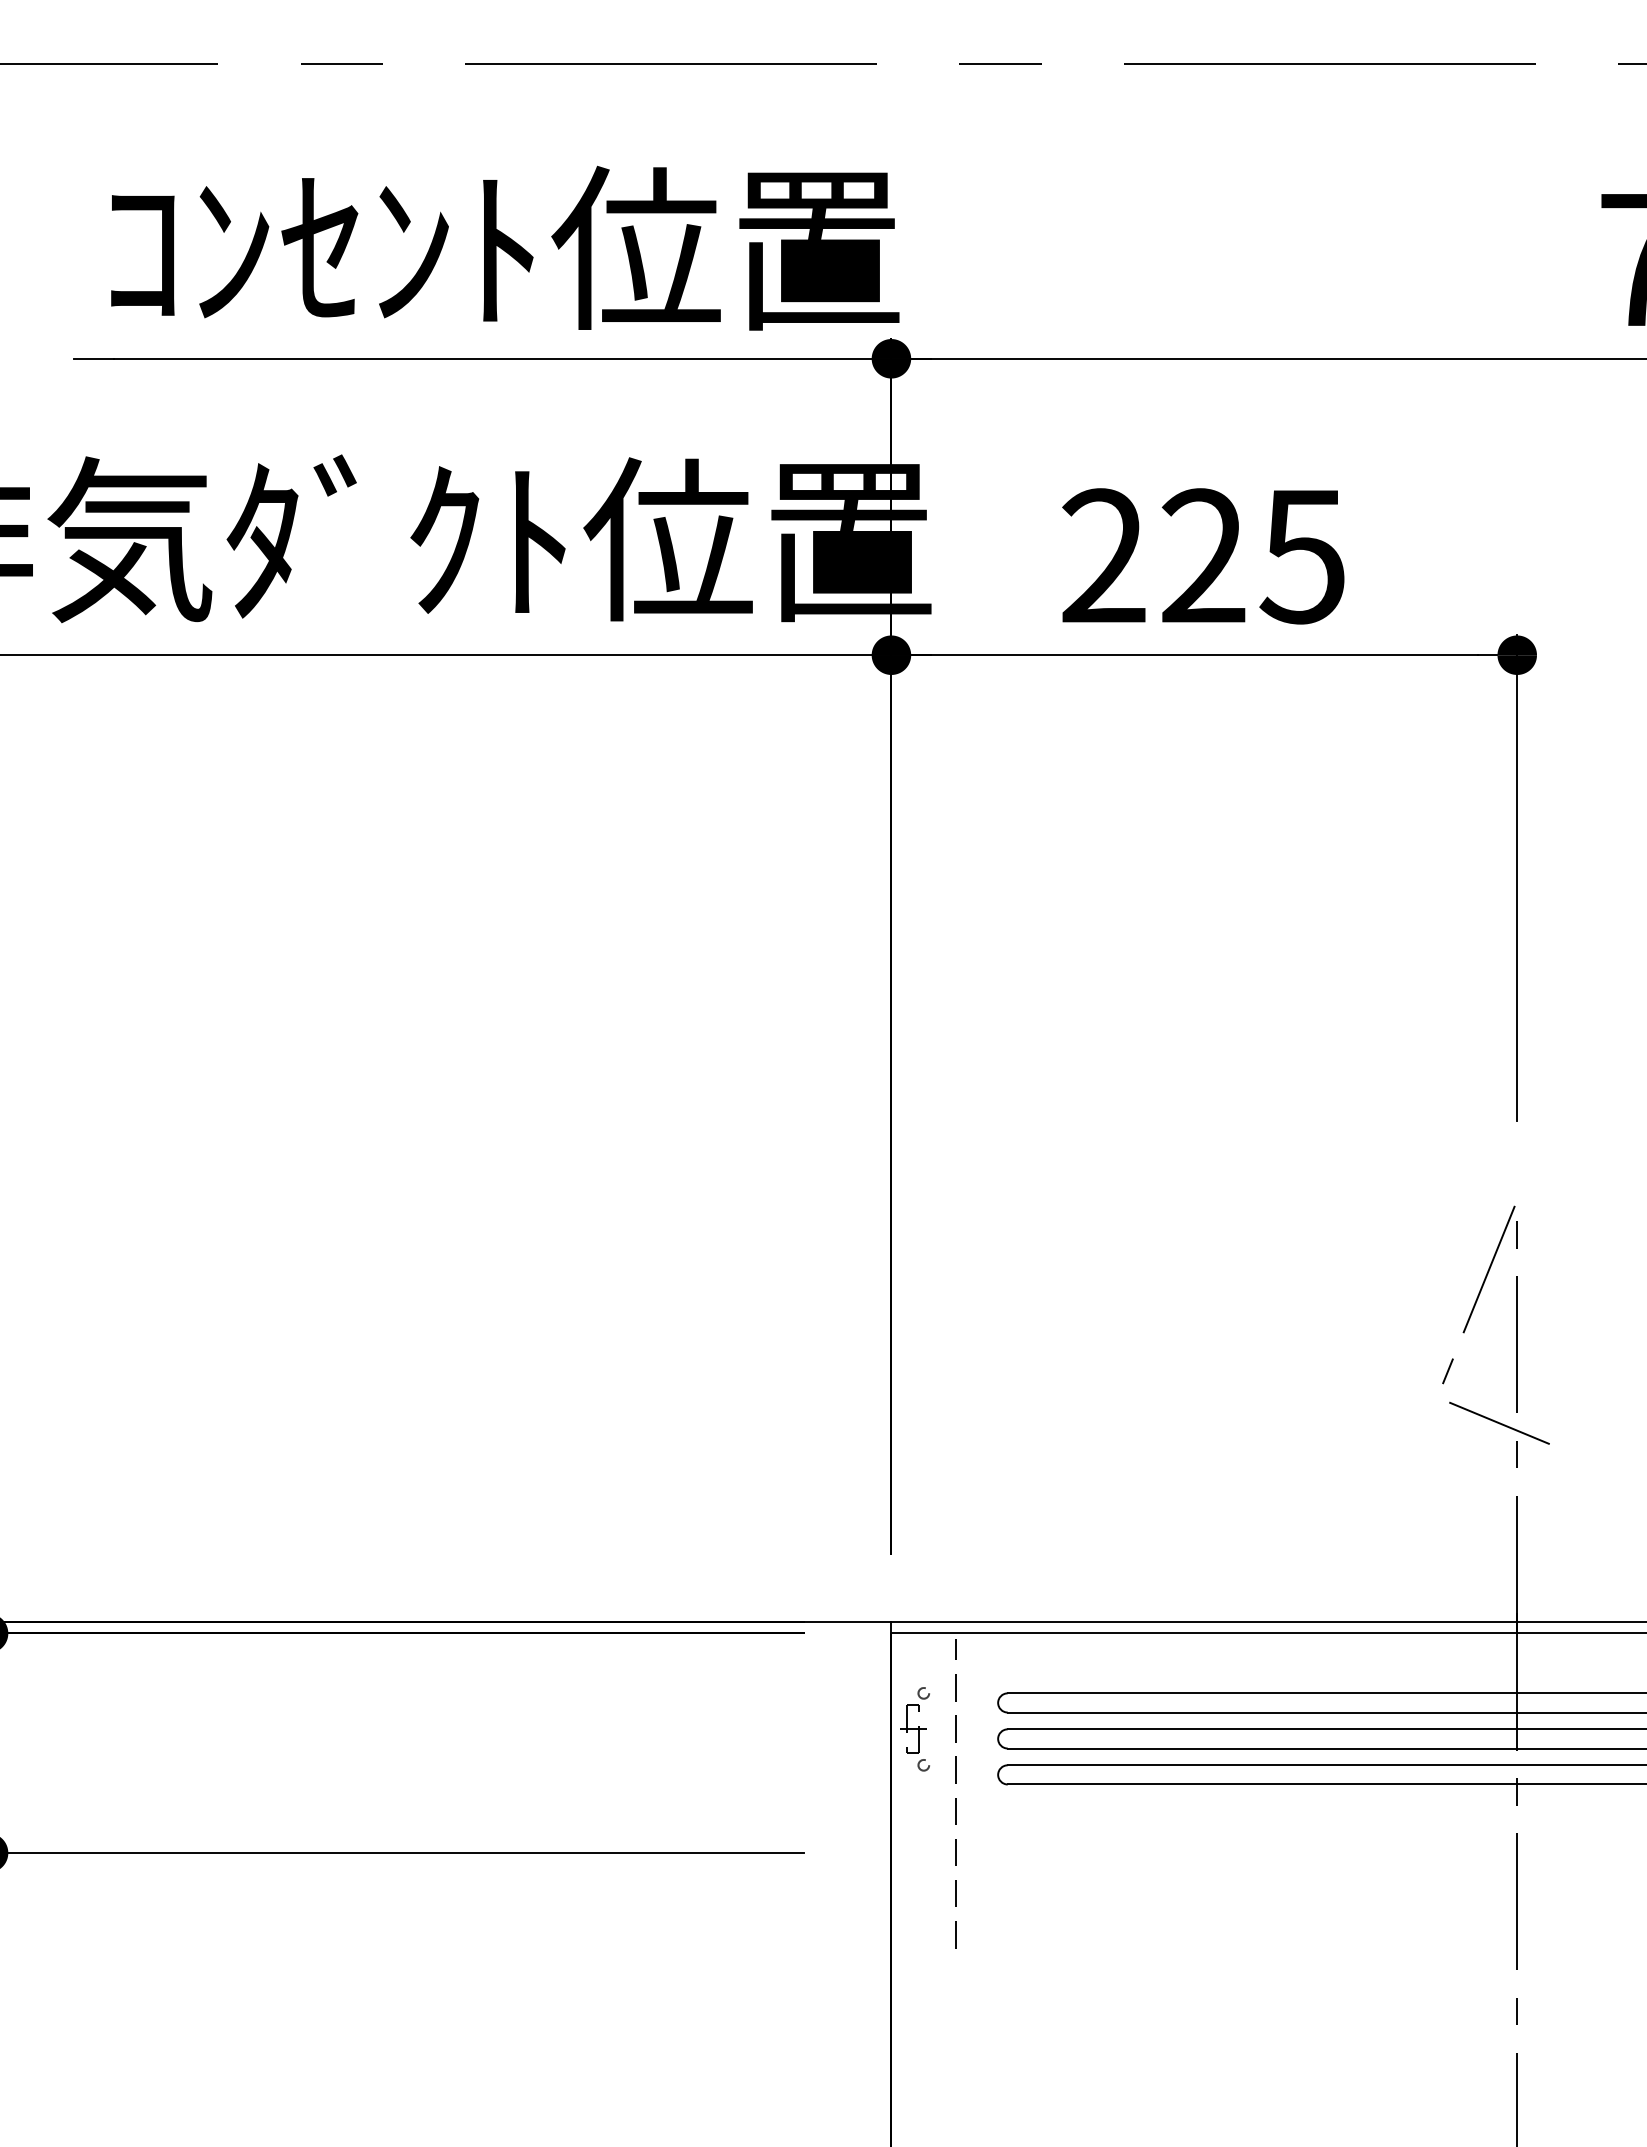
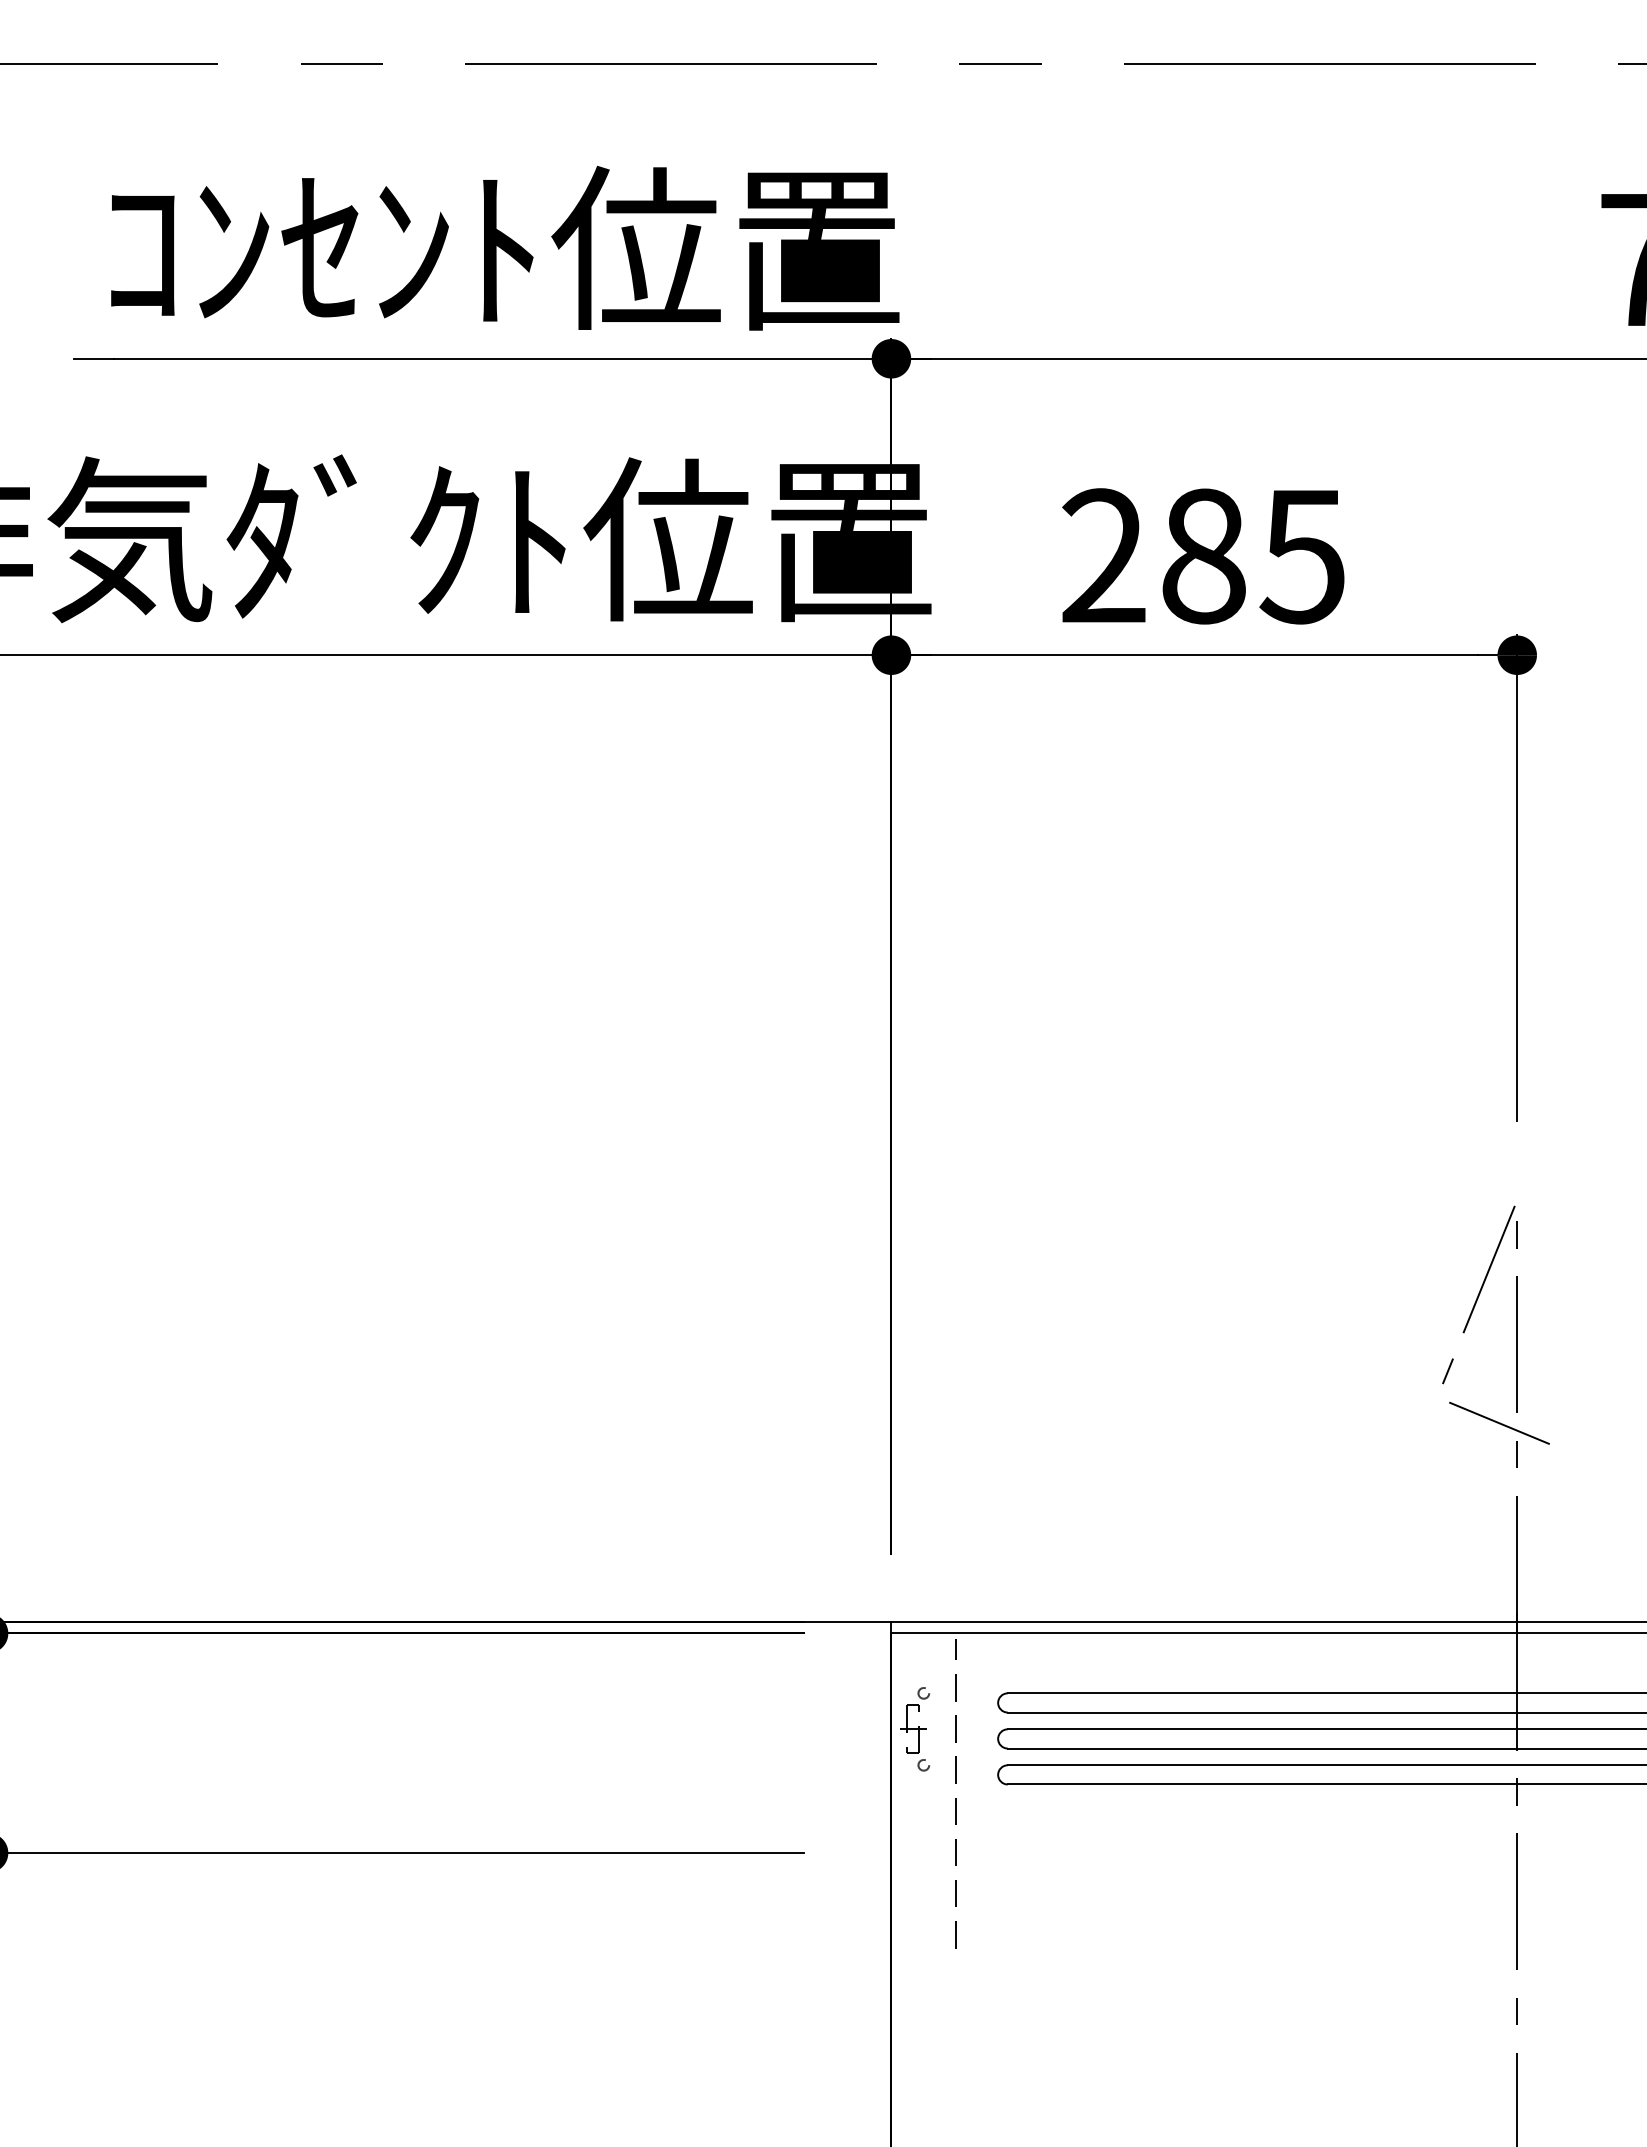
text at (1203, 556): 225 -> 285
